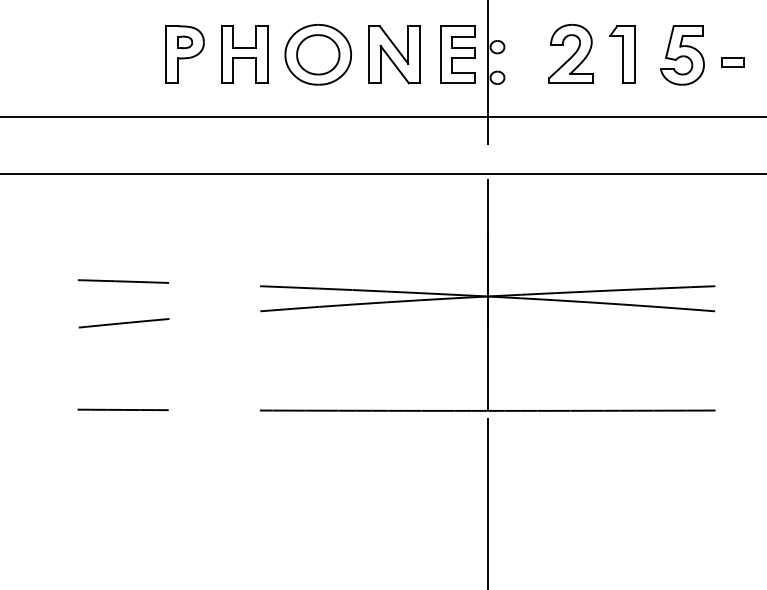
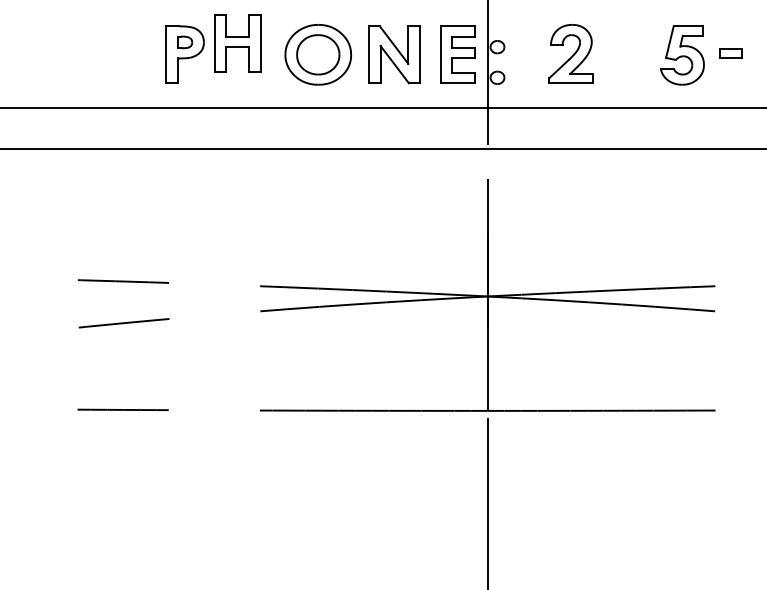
part at (244, 54) position: (244, 54) -> (237, 43)
part at (622, 54): present -> none
part at (732, 62) position: (732, 62) -> (730, 53)
line at (382, 117) position: (382, 117) -> (382, 108)
line at (382, 174) position: (382, 174) -> (382, 149)
